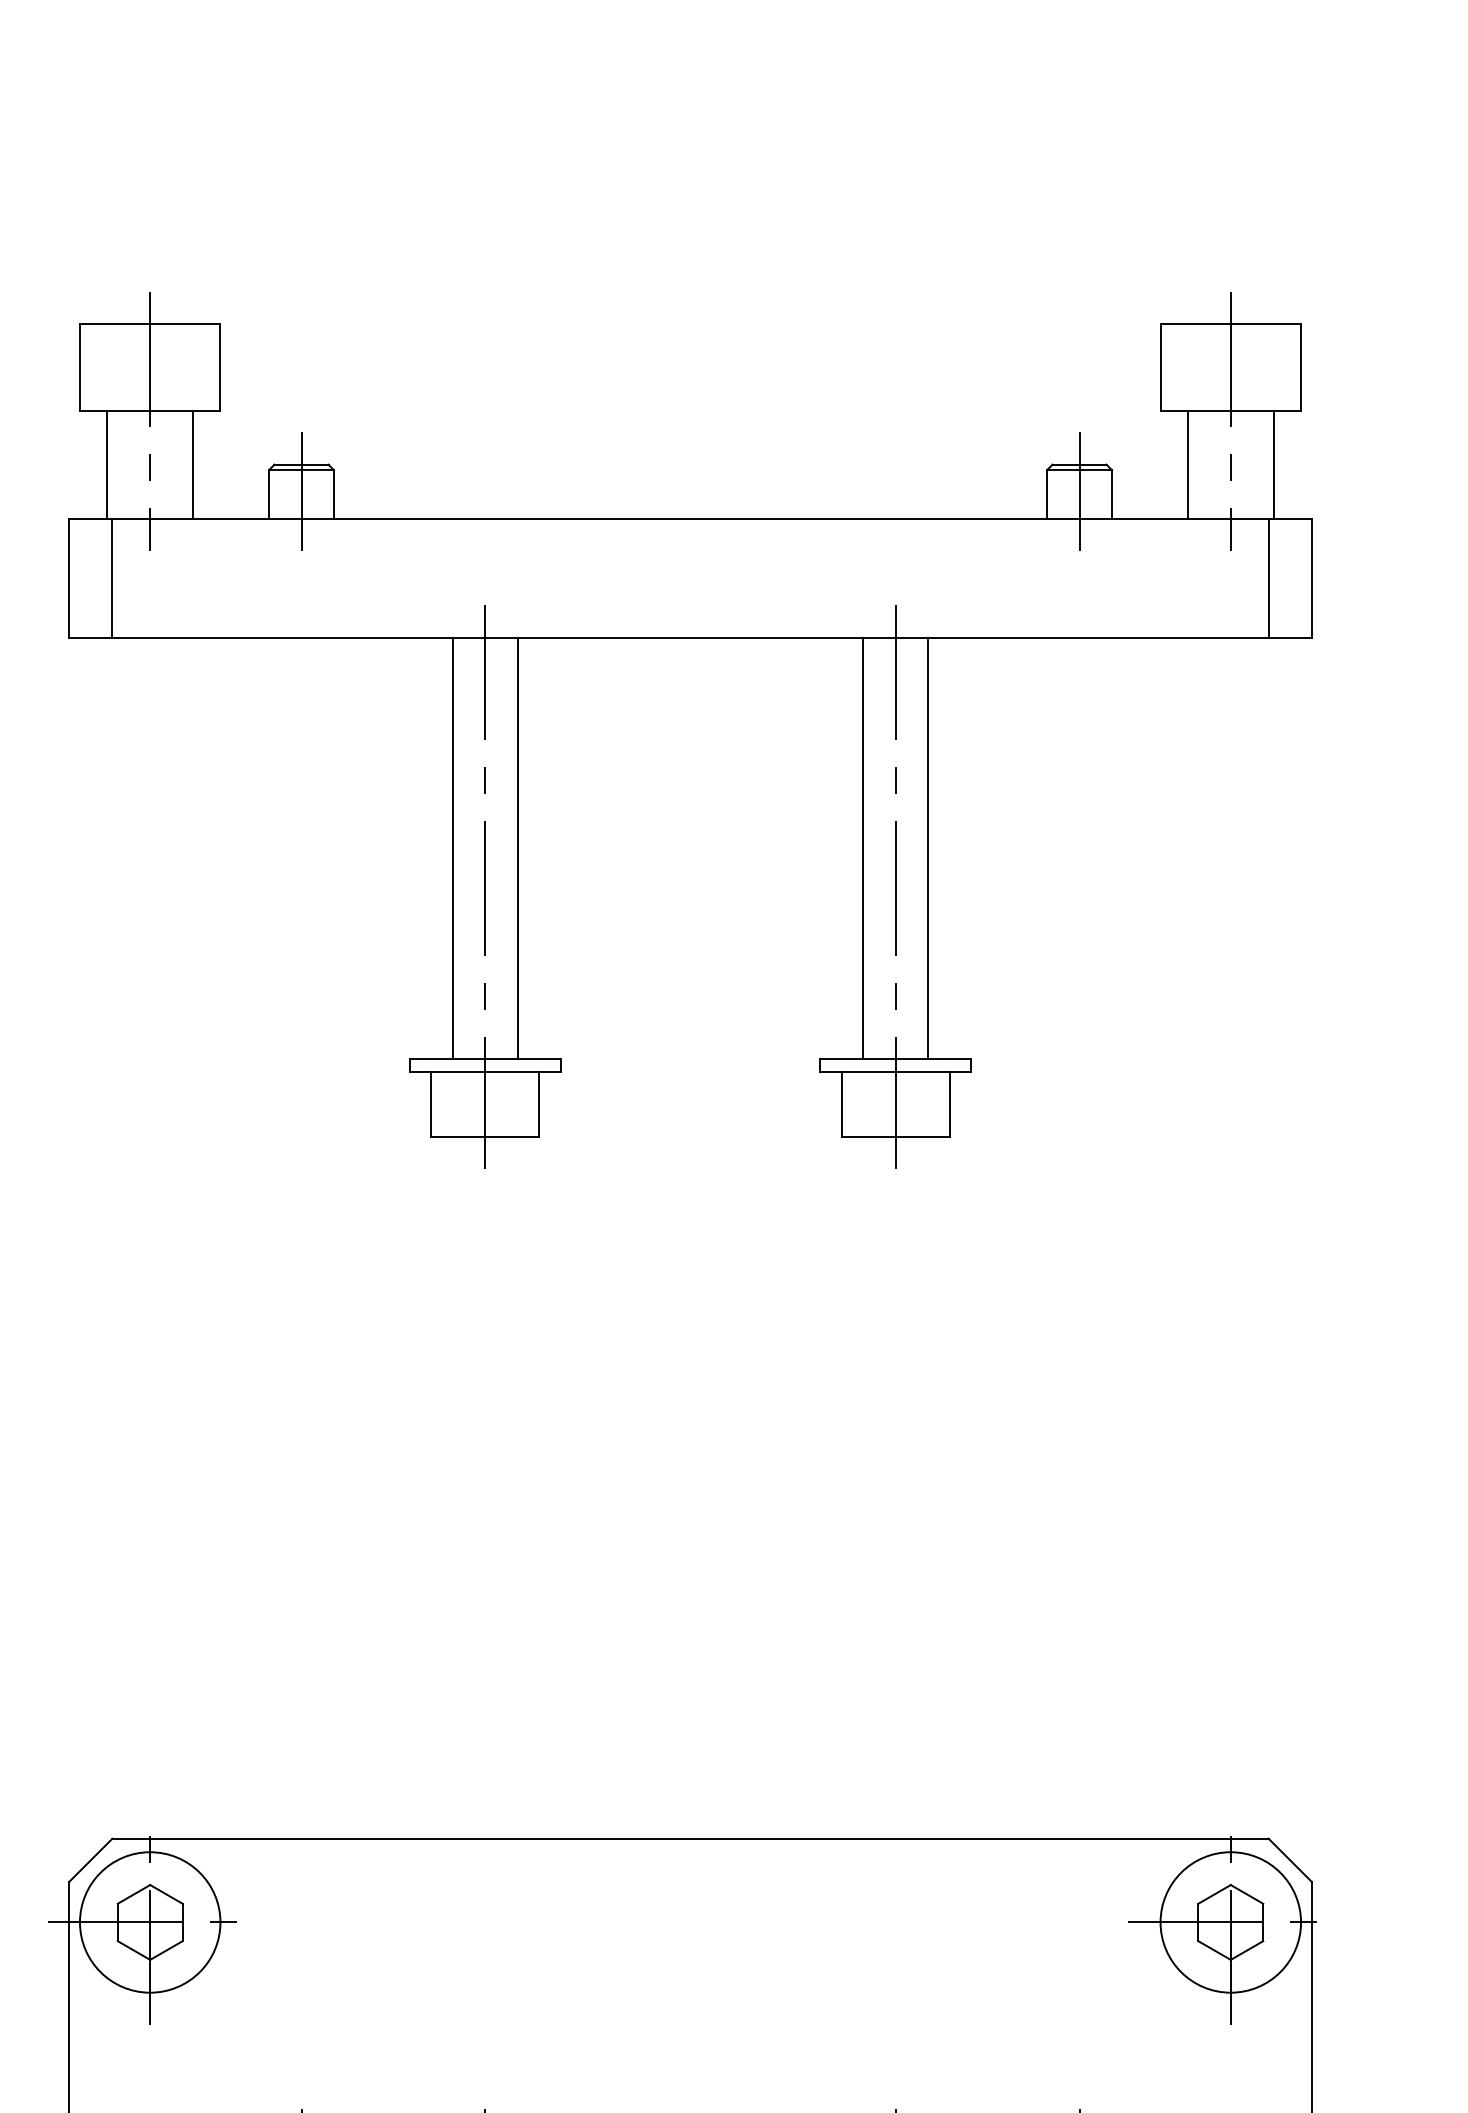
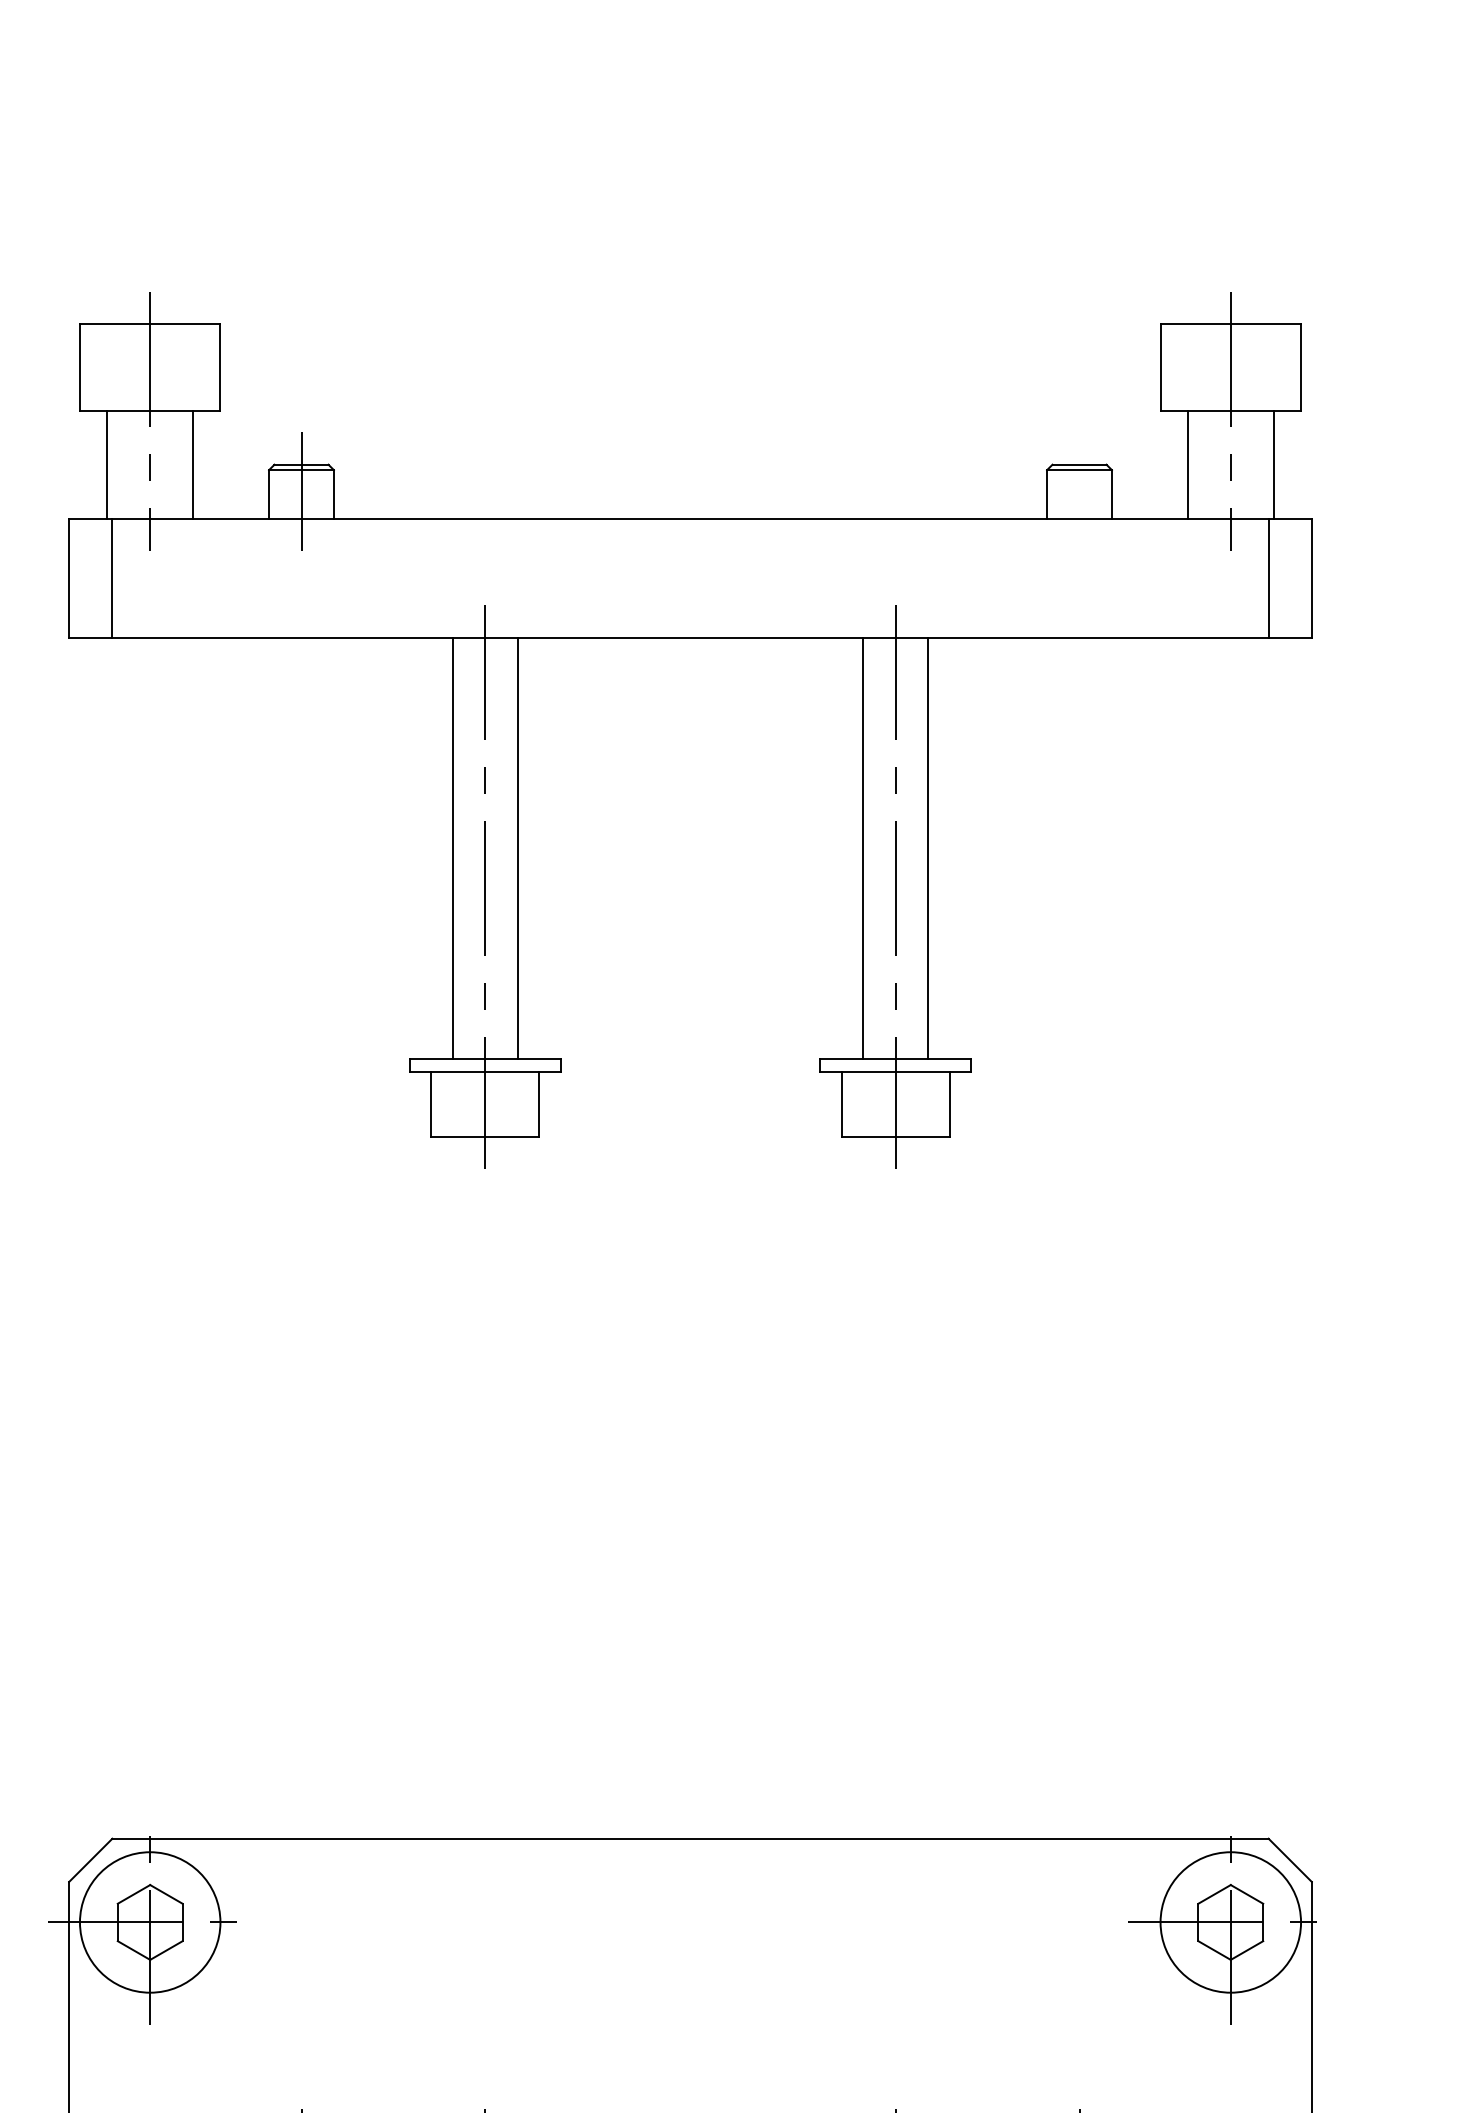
line at (1079, 491): present -> none
